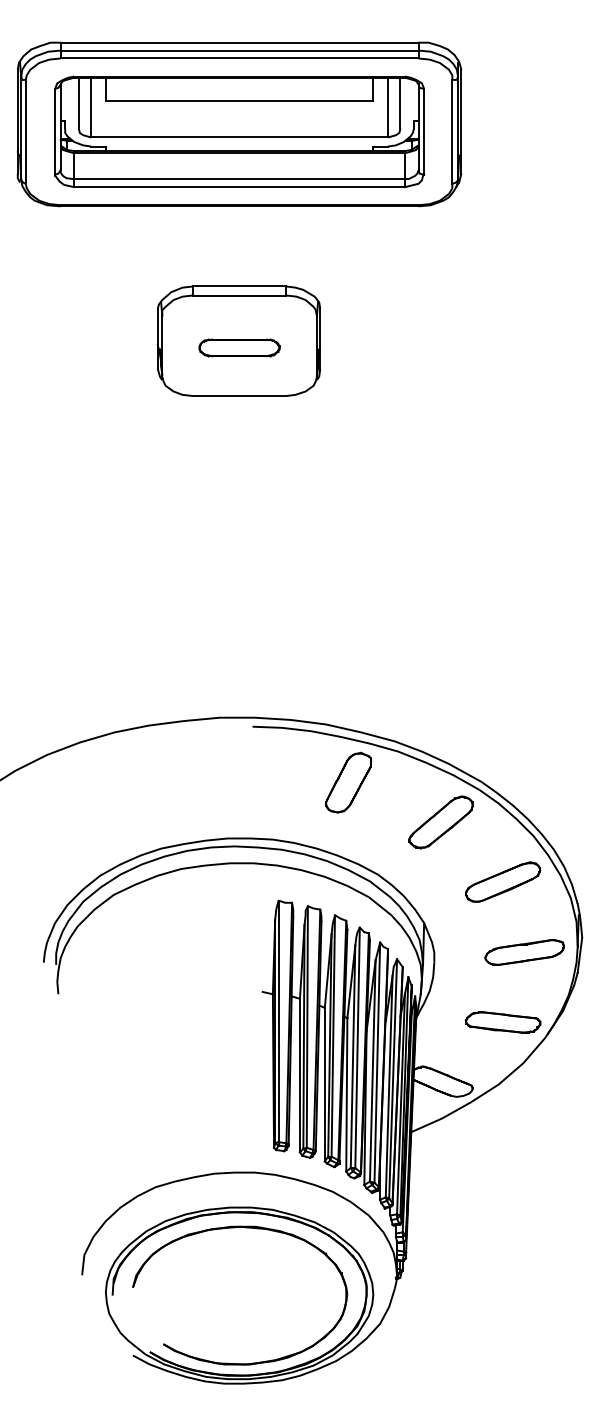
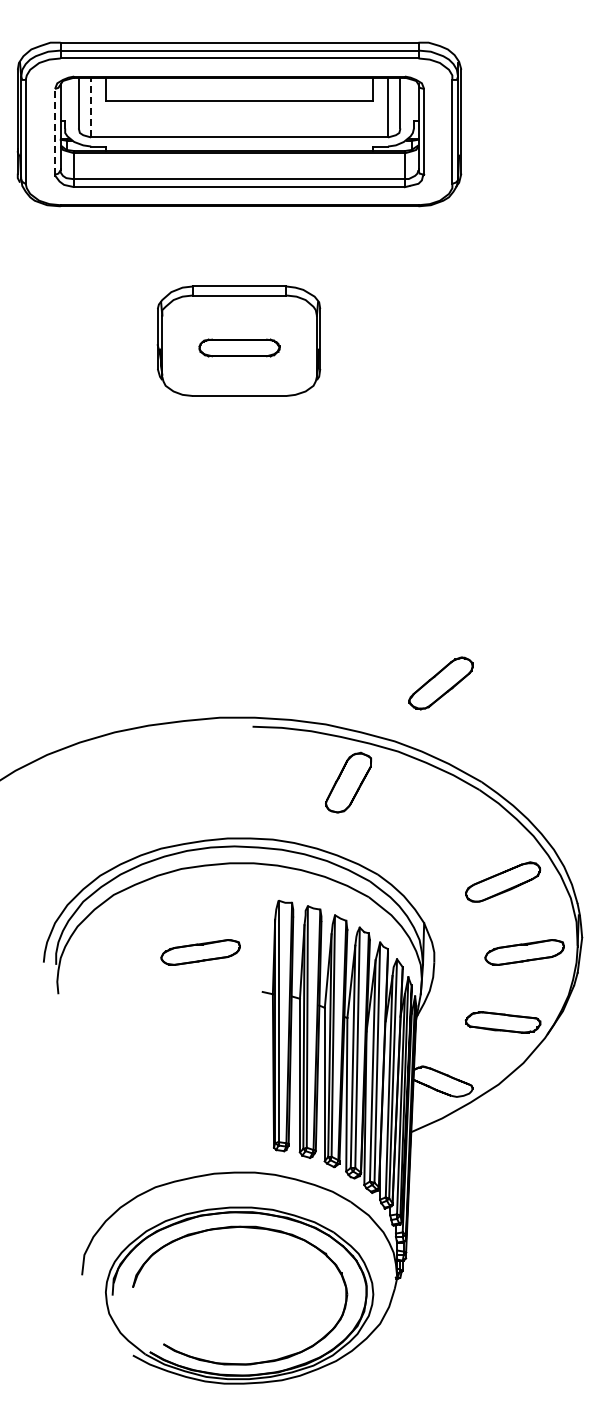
line at (91, 107): solid -> dashed
line at (55, 131): solid -> dashed
part at (440, 822) position: (440, 822) -> (440, 683)
part at (200, 952): none -> present
